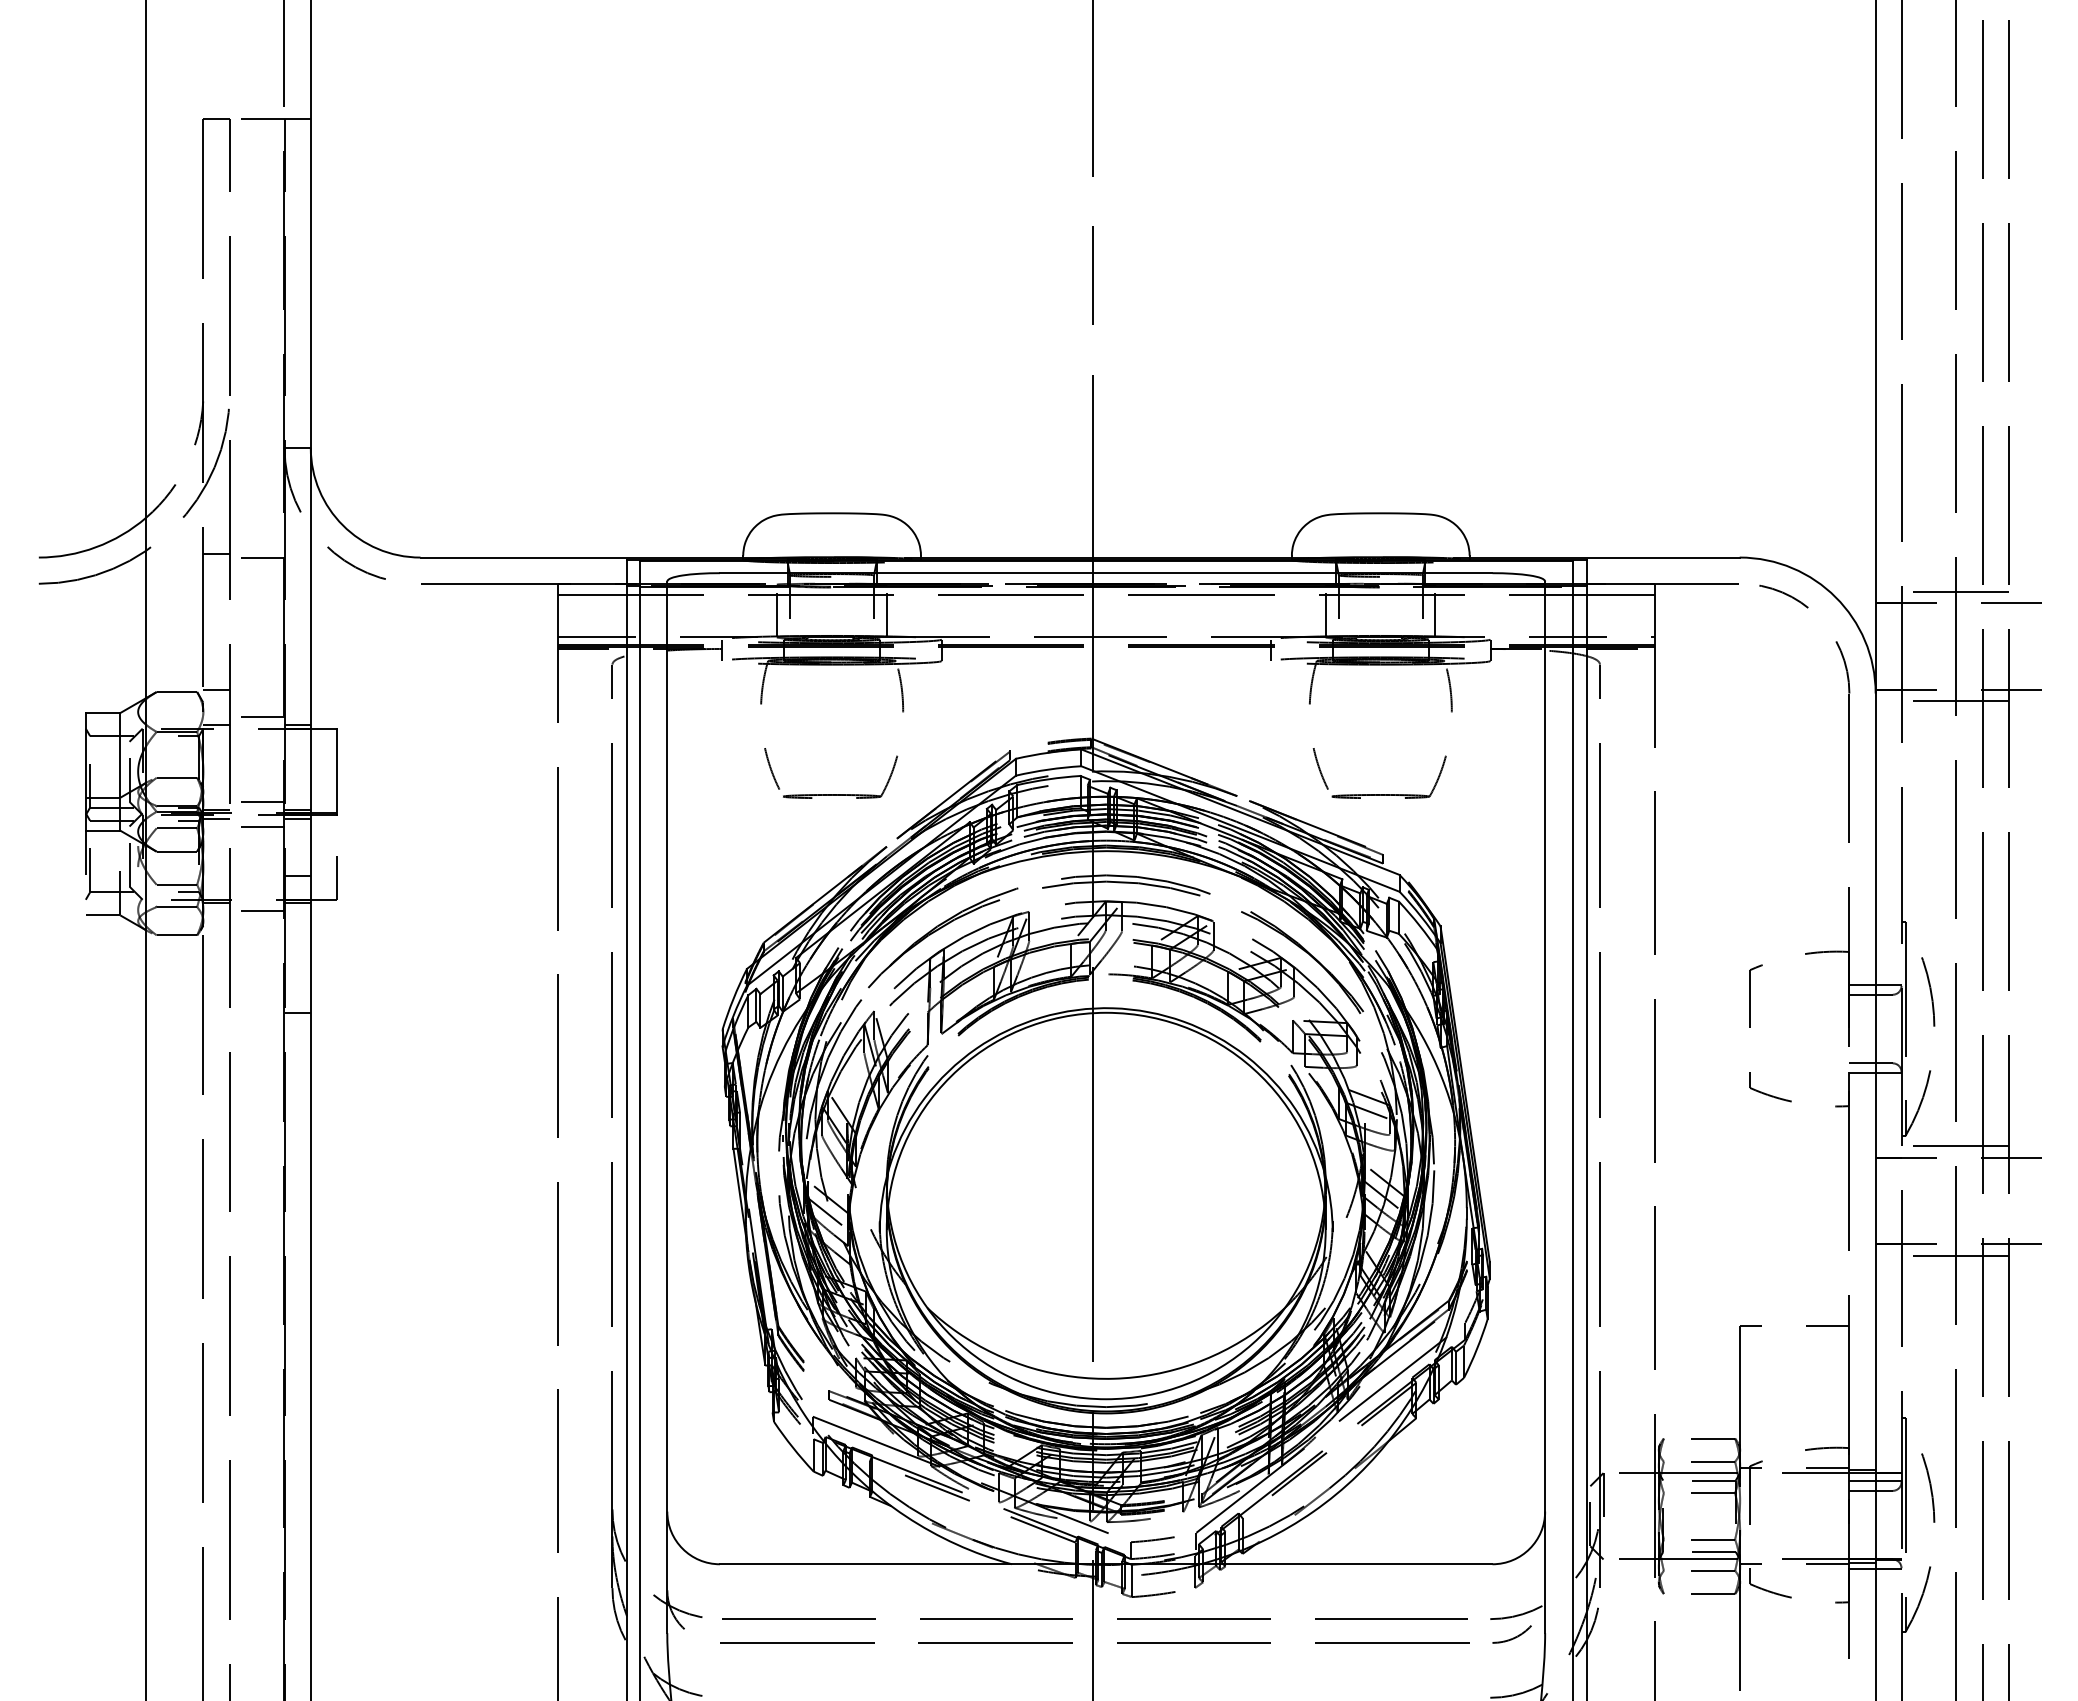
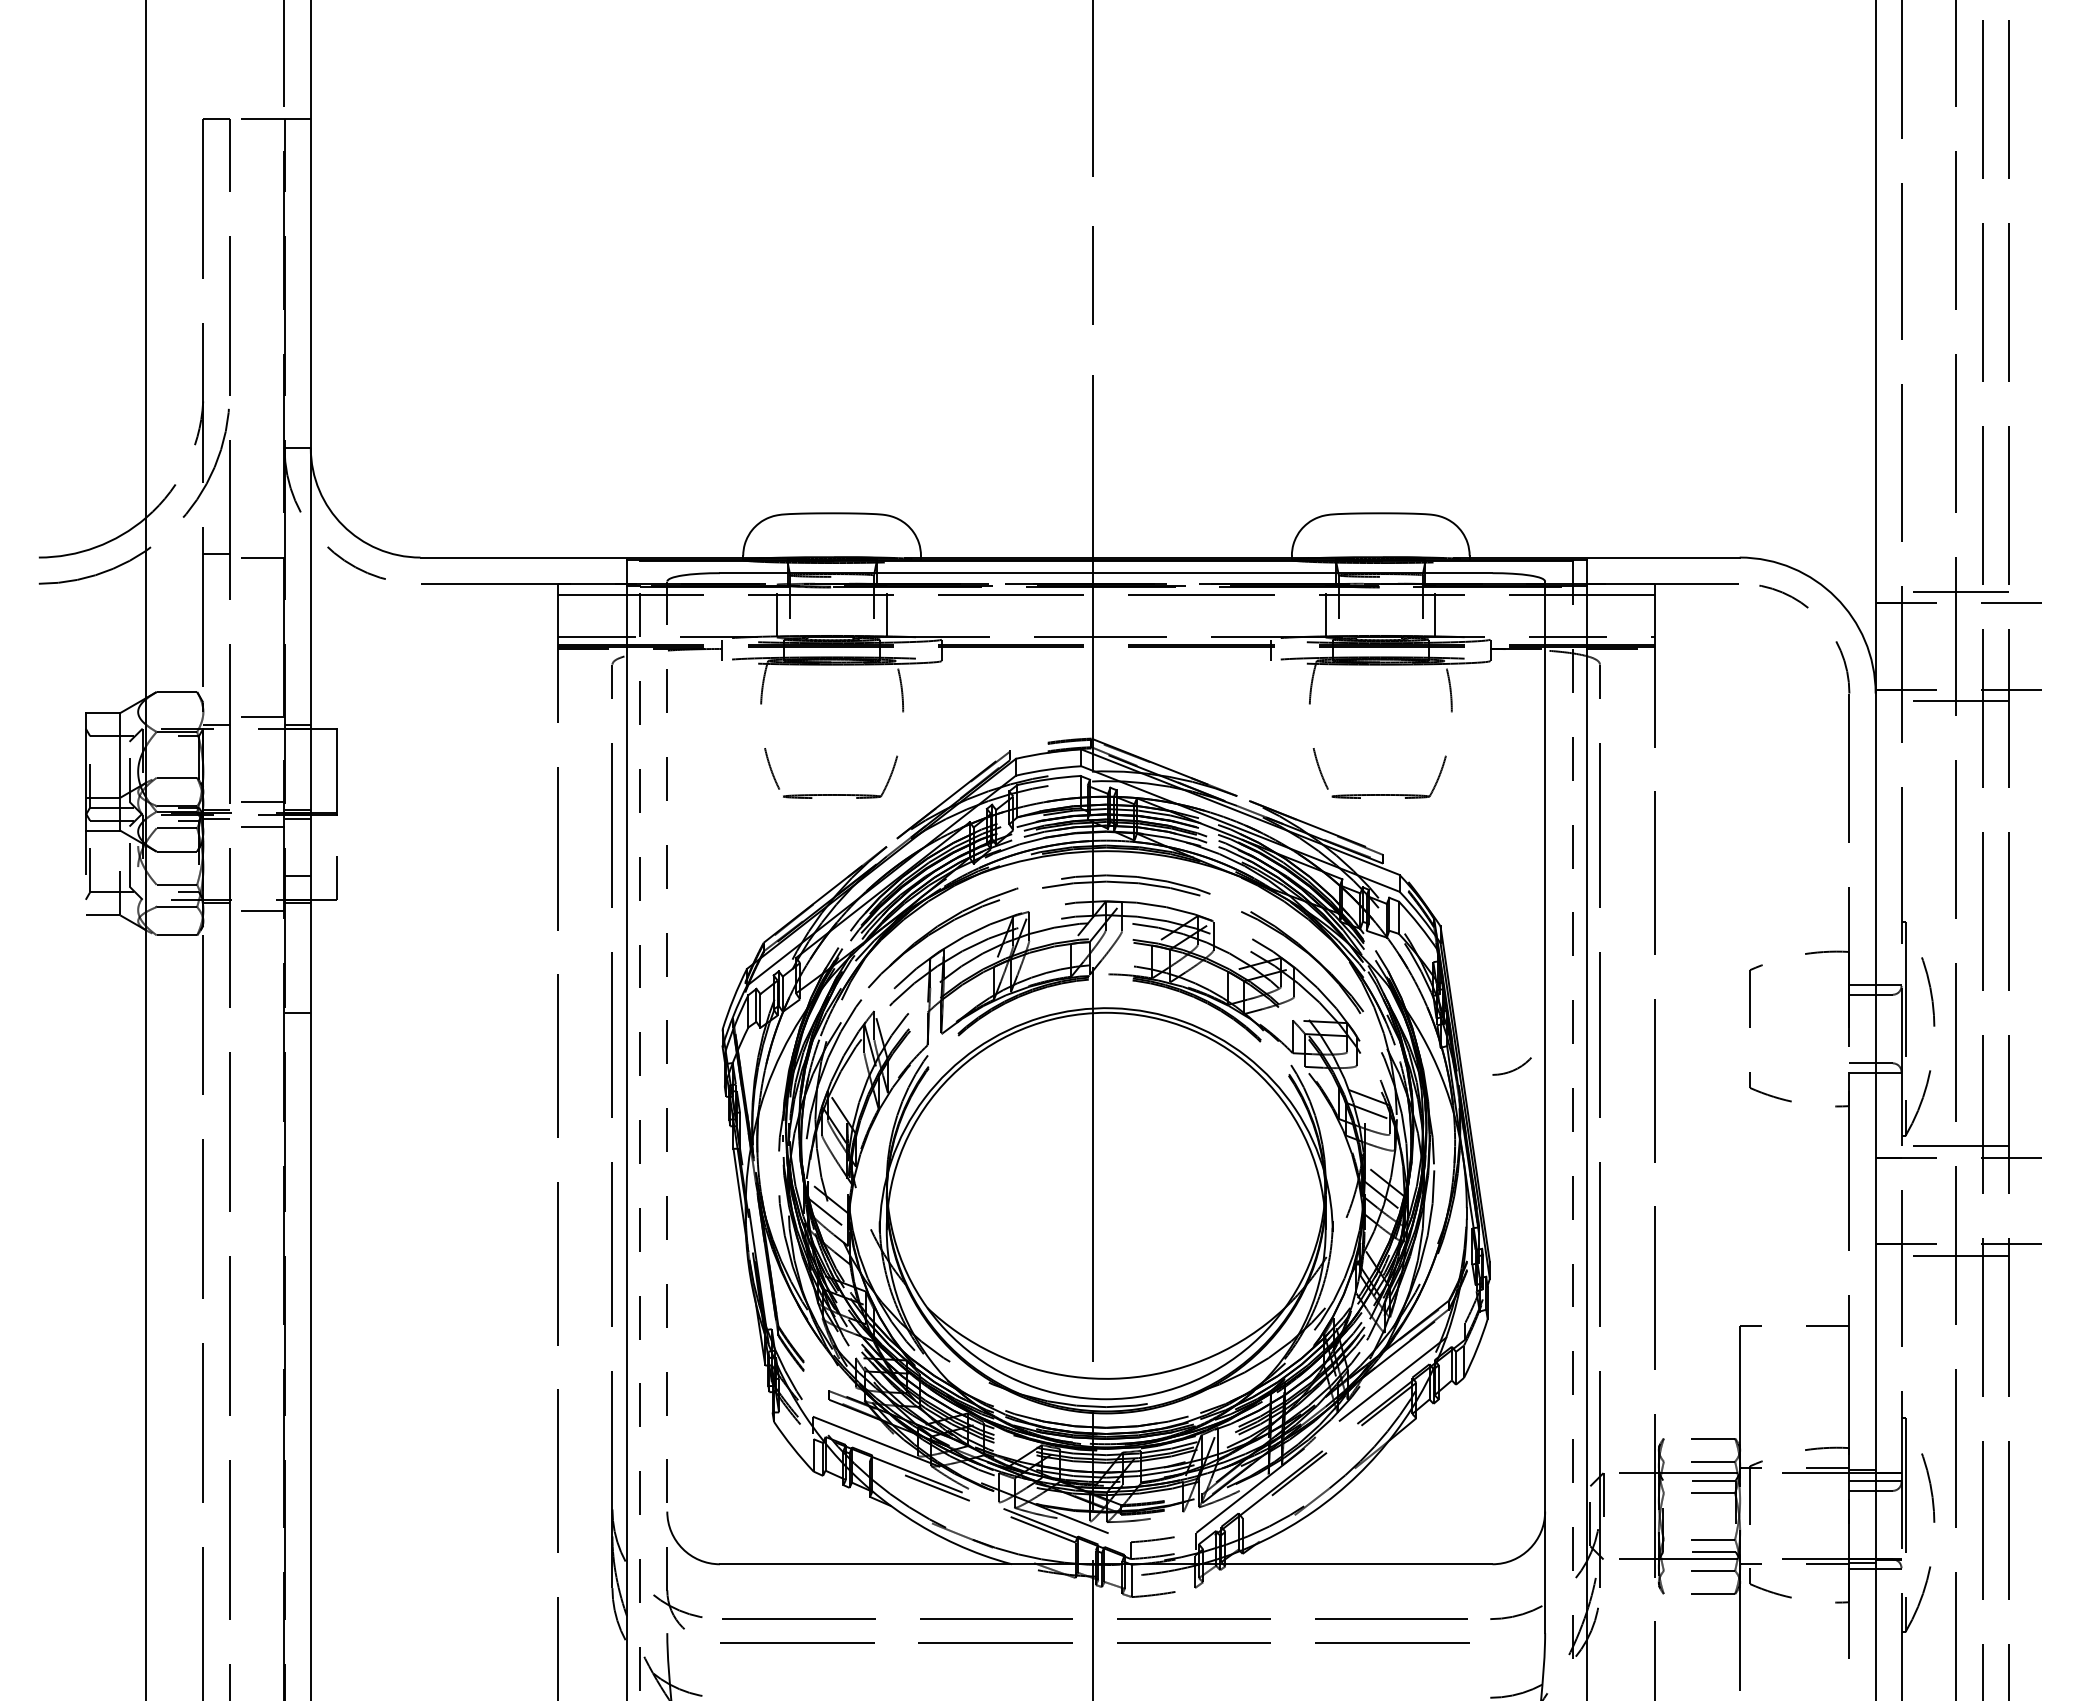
line at (216, 689): present -> none
line at (667, 1107): solid -> dashed
line at (640, 1130): solid -> dashed
line at (1572, 1130): solid -> dashed
arc at (1513, 1637) position: (1513, 1637) -> (1513, 1069)
